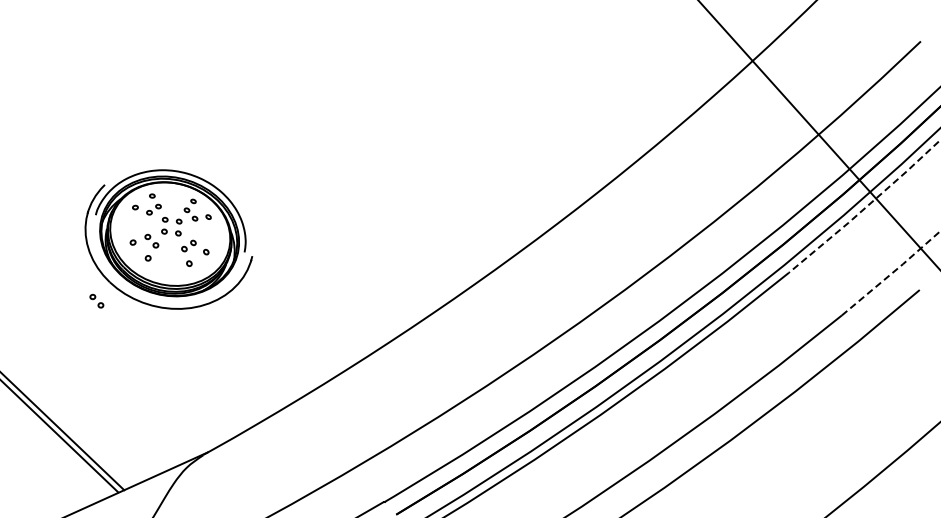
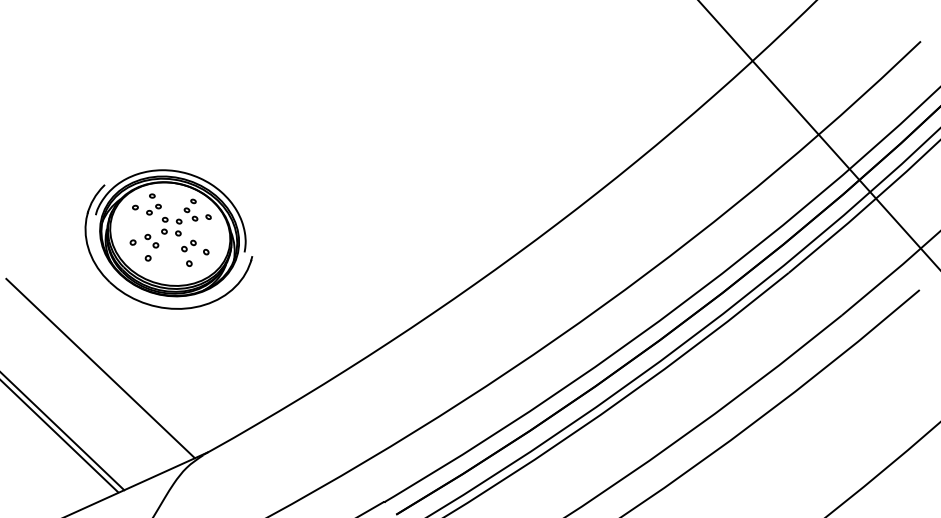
line at (865, 207): dashed -> solid
line at (892, 273): dashed -> solid
part at (96, 300): present -> none
line at (100, 368): none -> present
